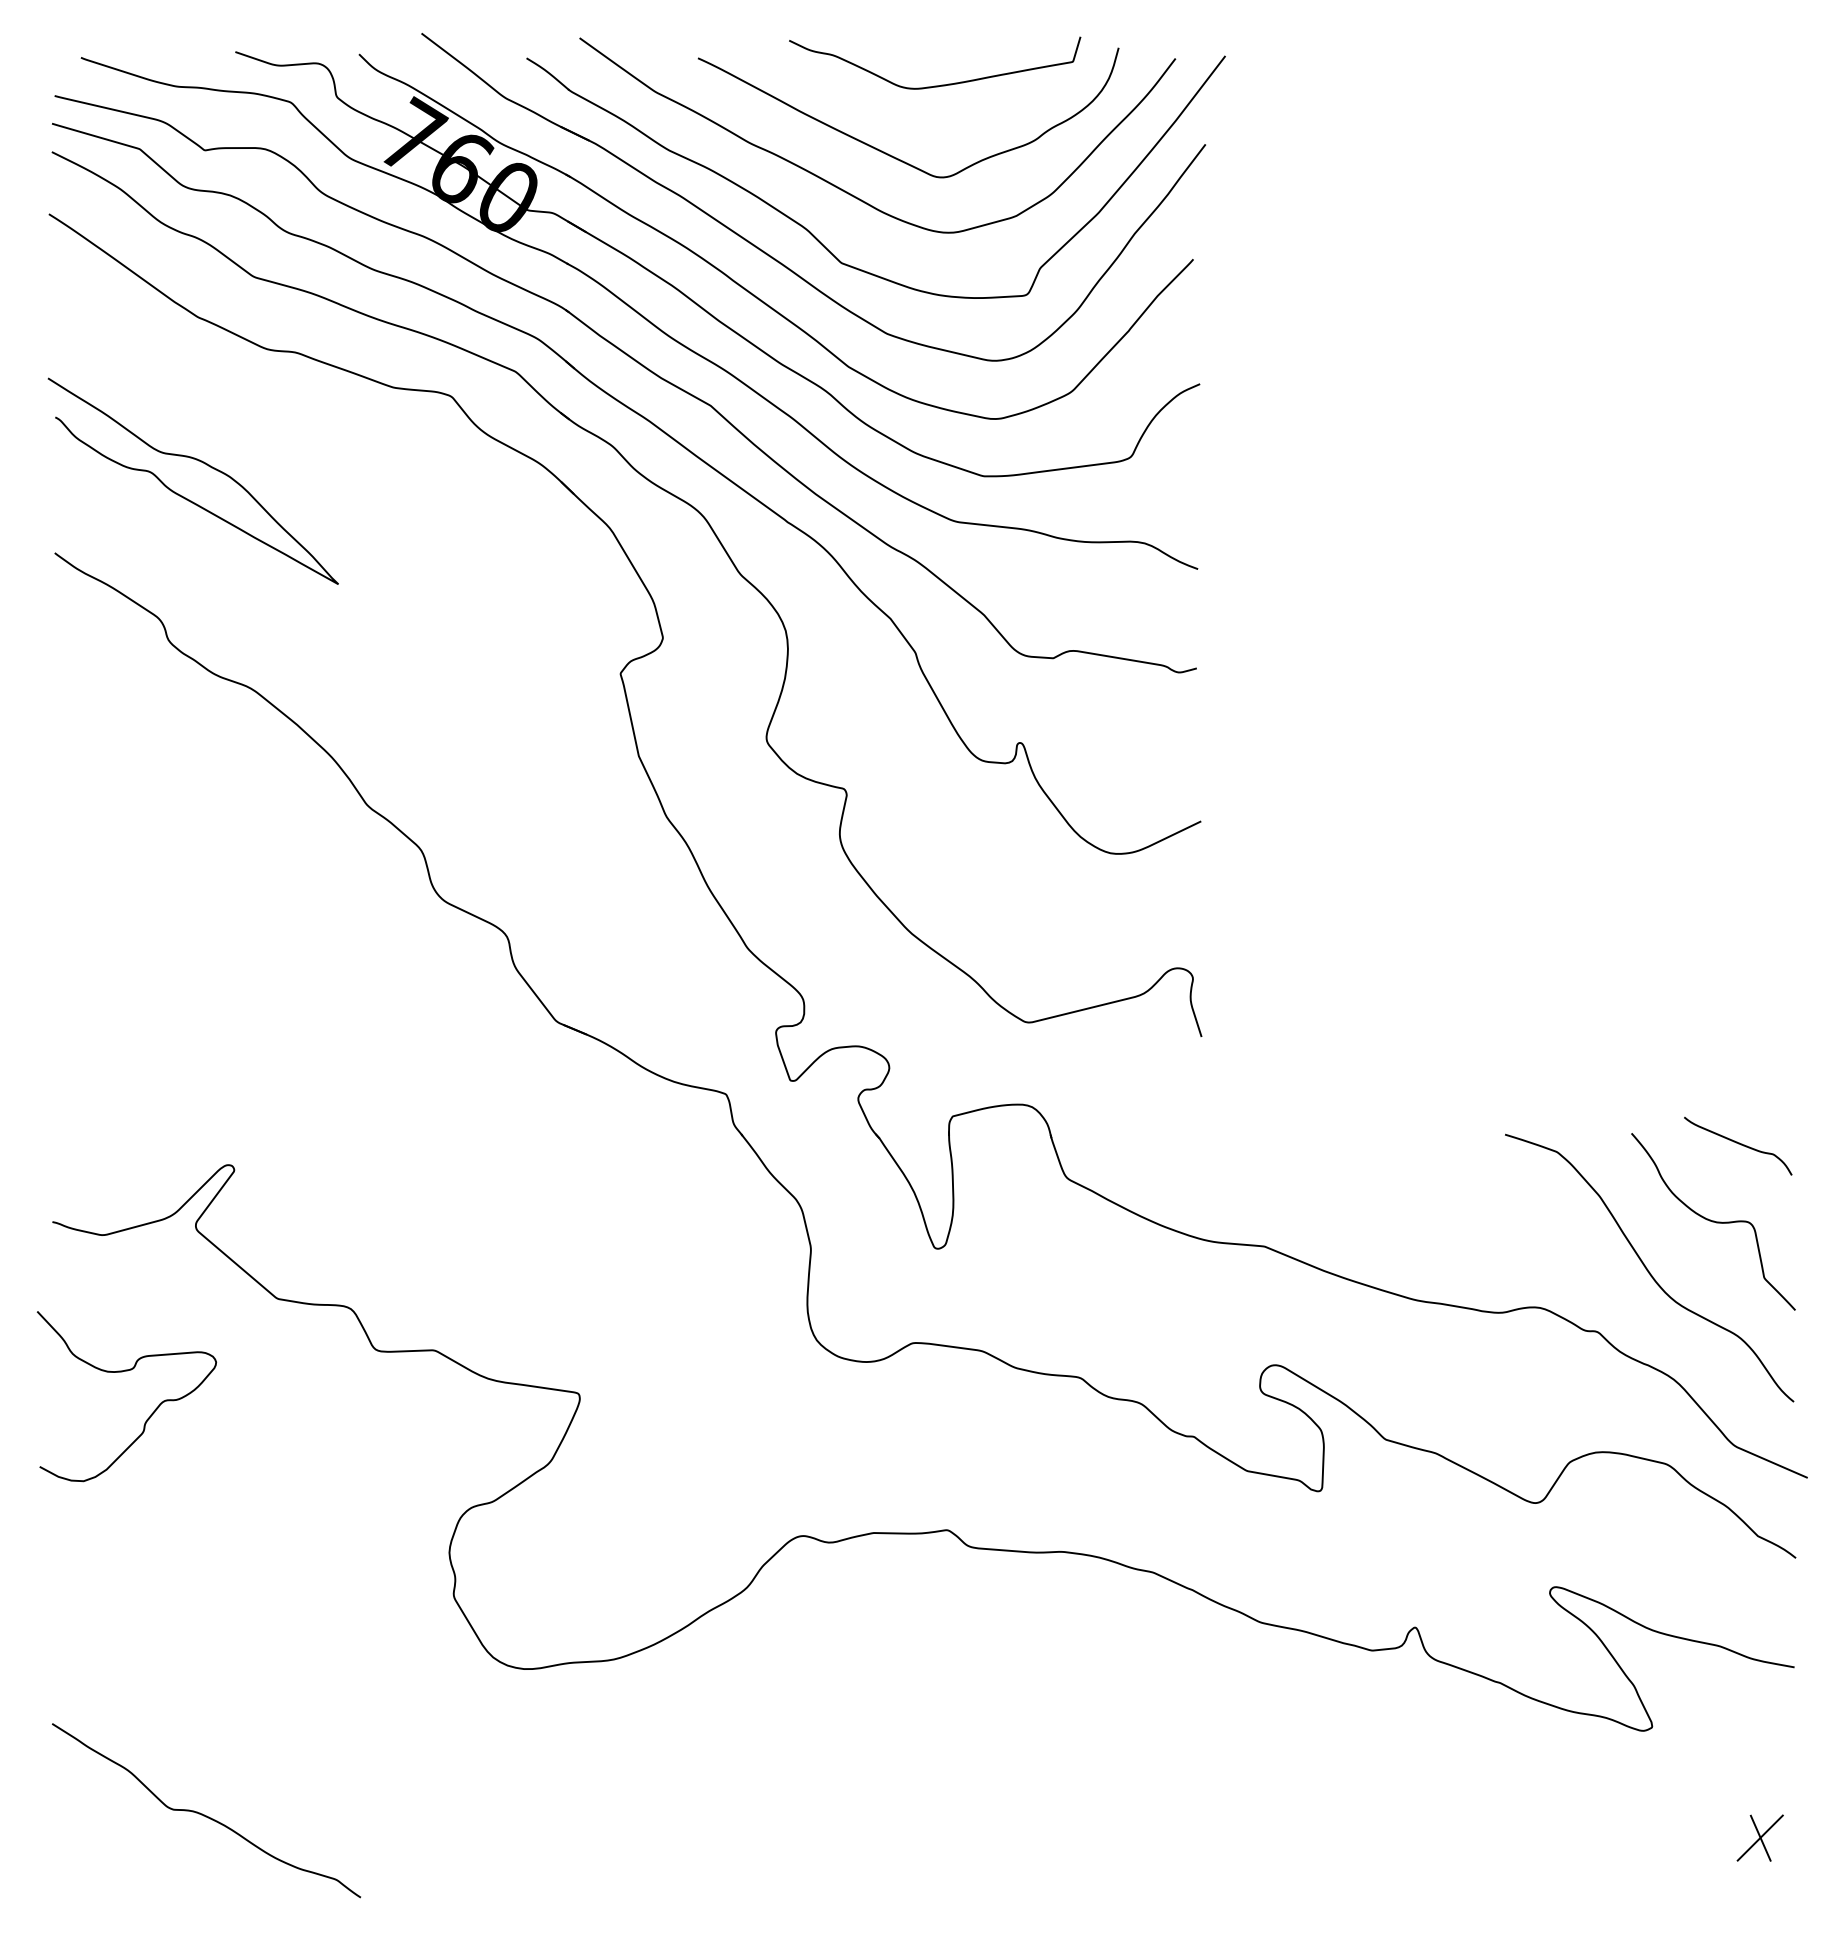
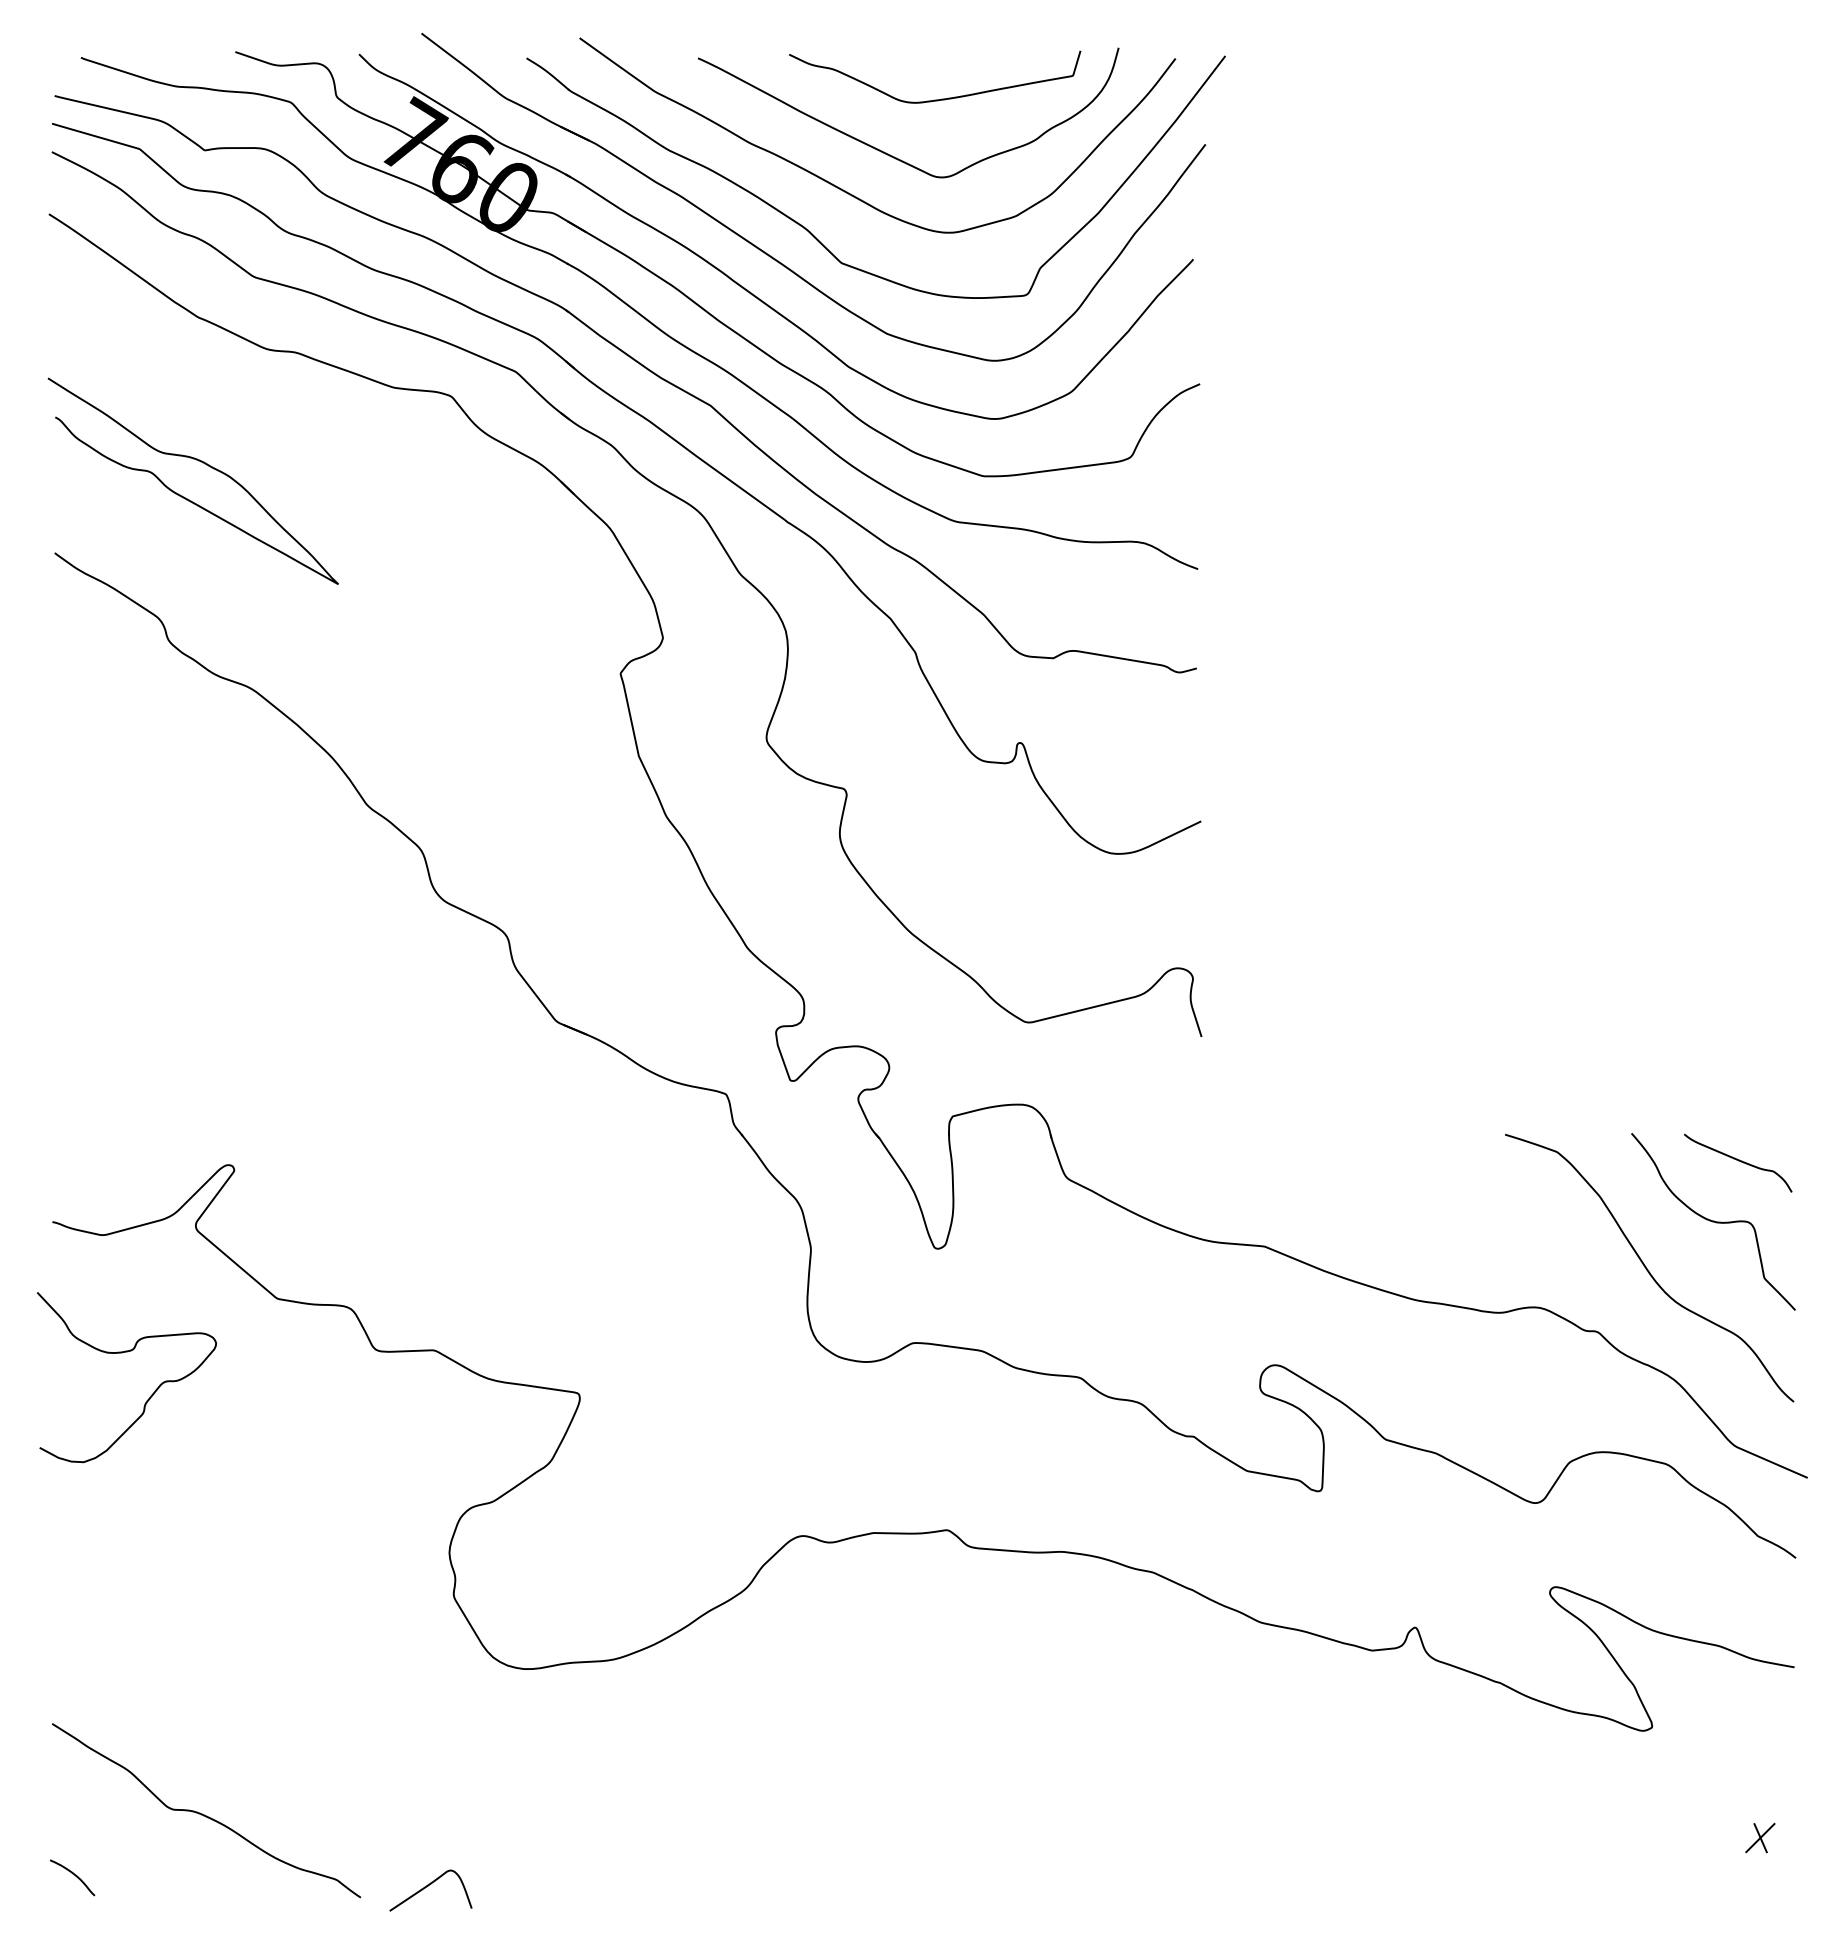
curve at (941, 84) position: (941, 84) -> (941, 98)
curve at (1738, 1144) position: (1738, 1144) -> (1738, 1161)
curve at (122, 1372) position: (122, 1372) -> (122, 1353)
part at (1759, 1837) size: 48x48 px -> 31x32 px
curve at (74, 1875): none -> present
curve at (428, 1886): none -> present
